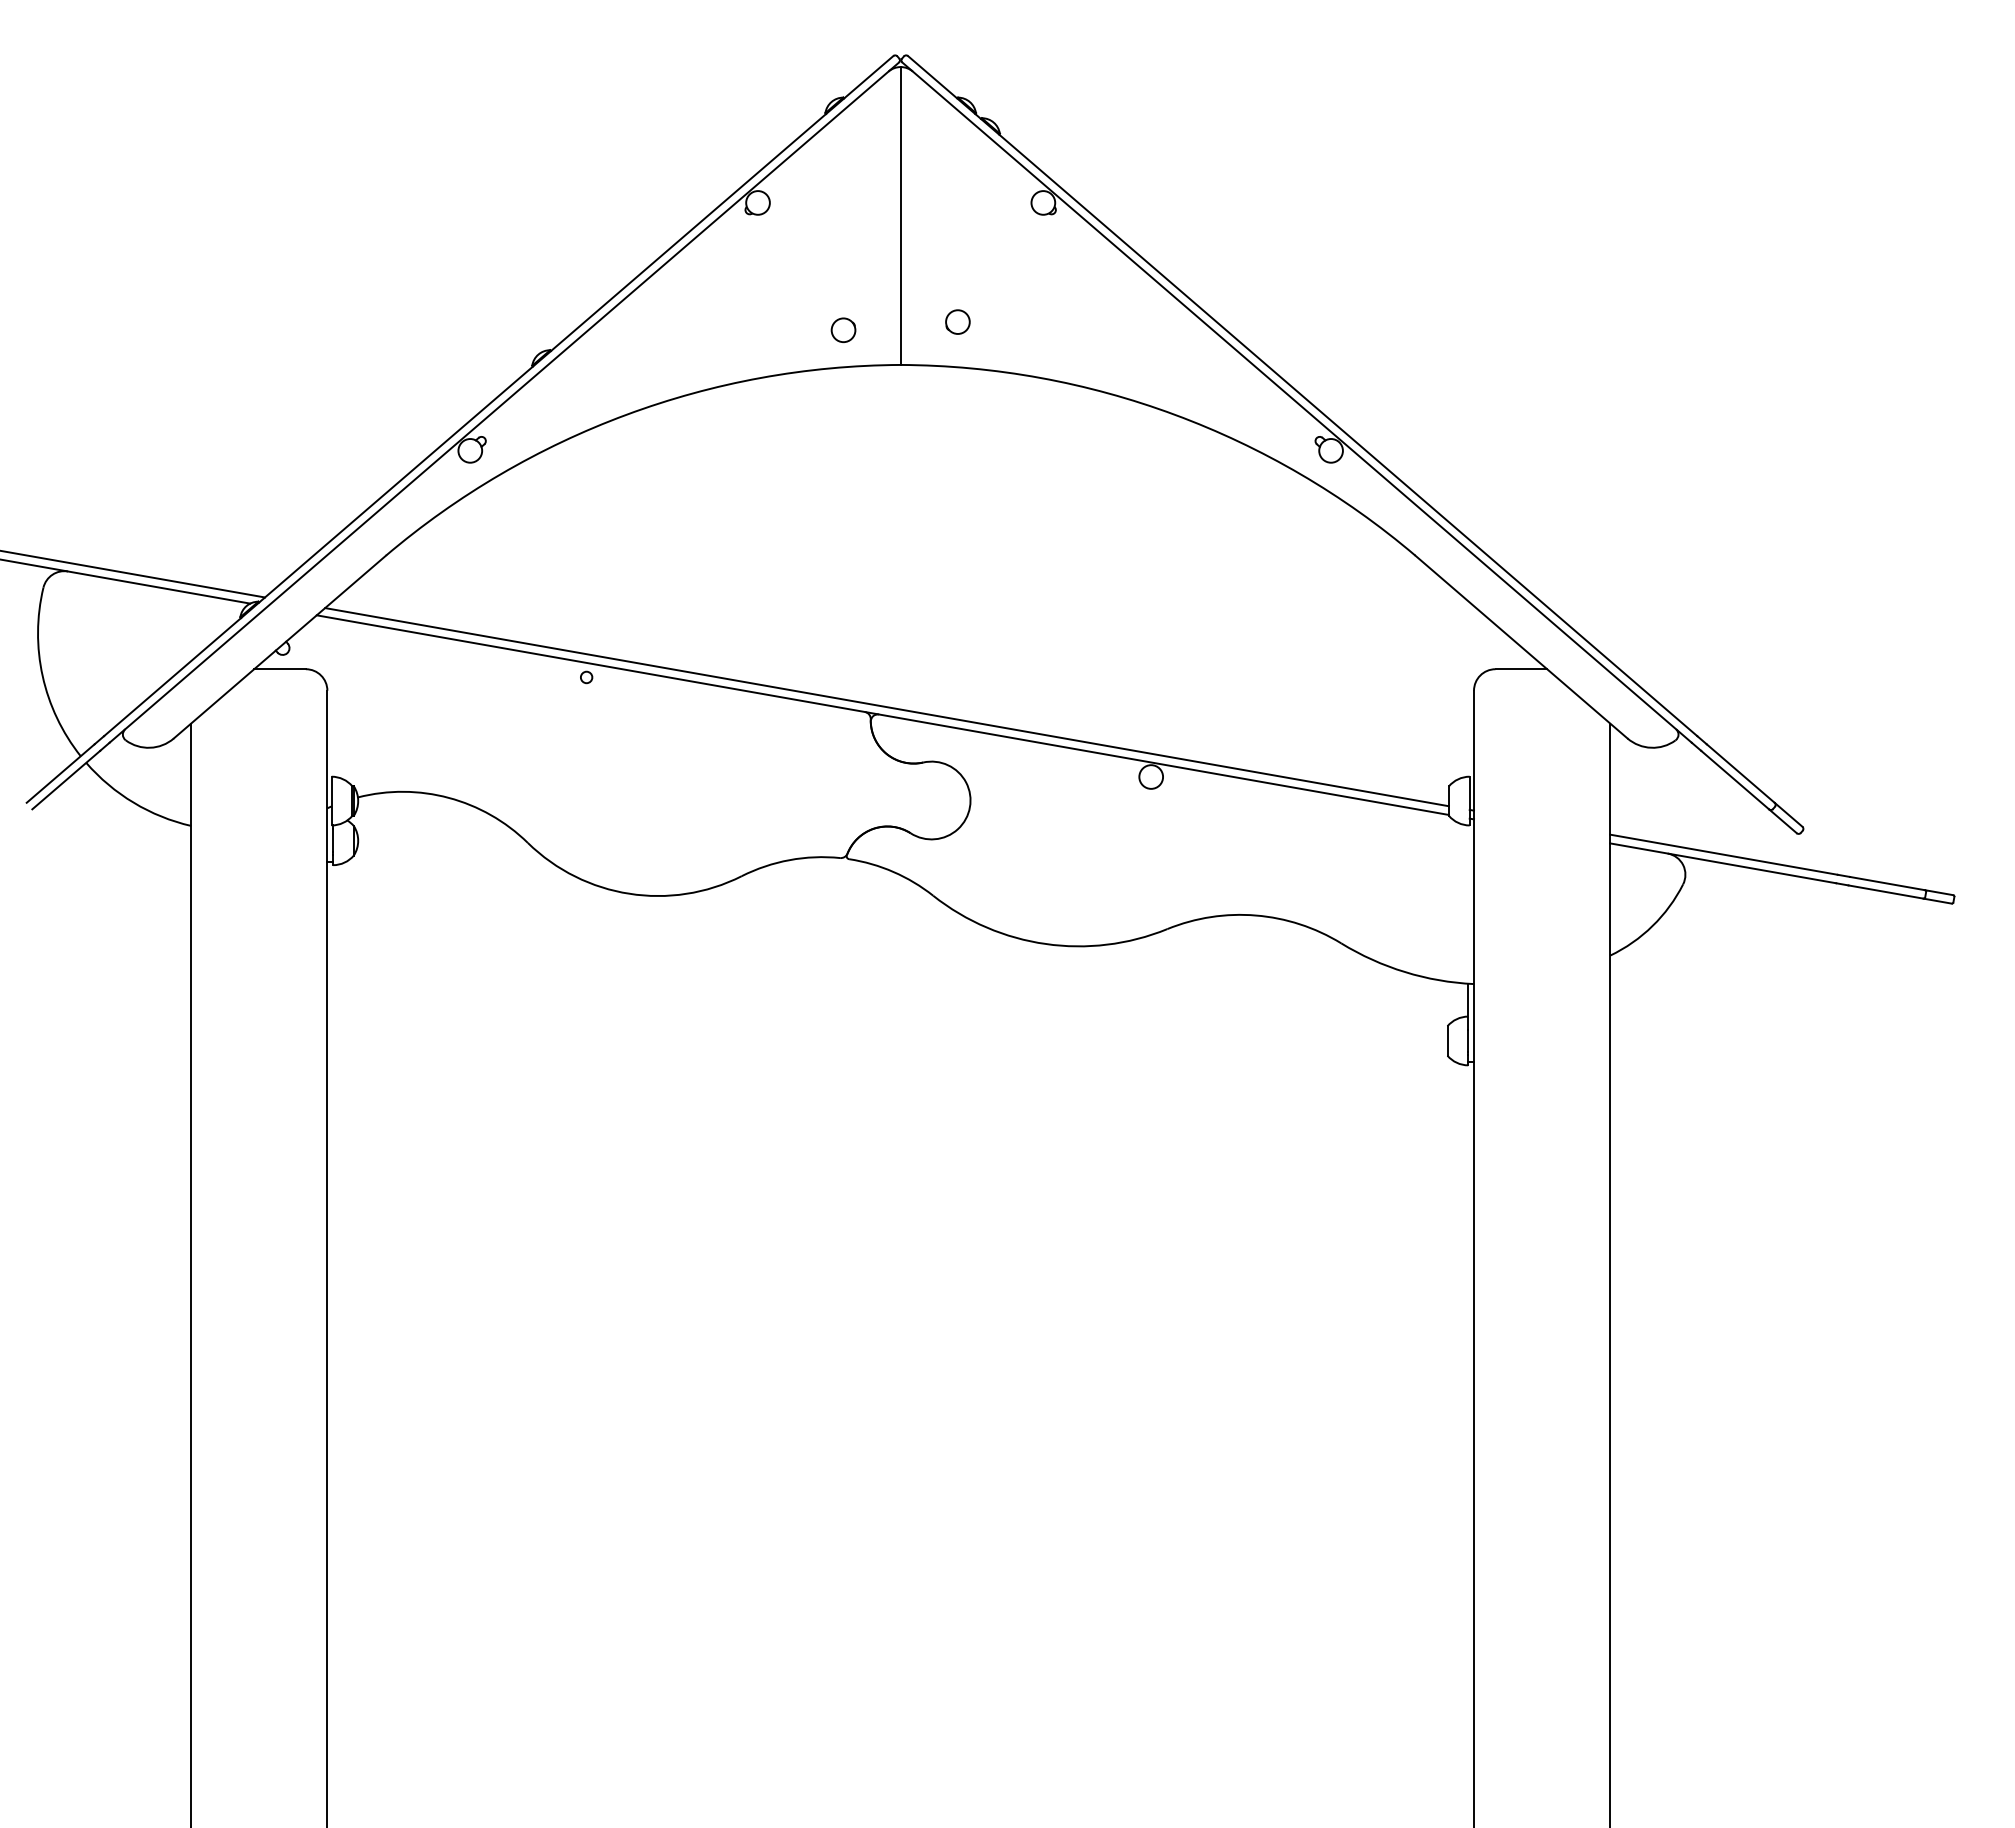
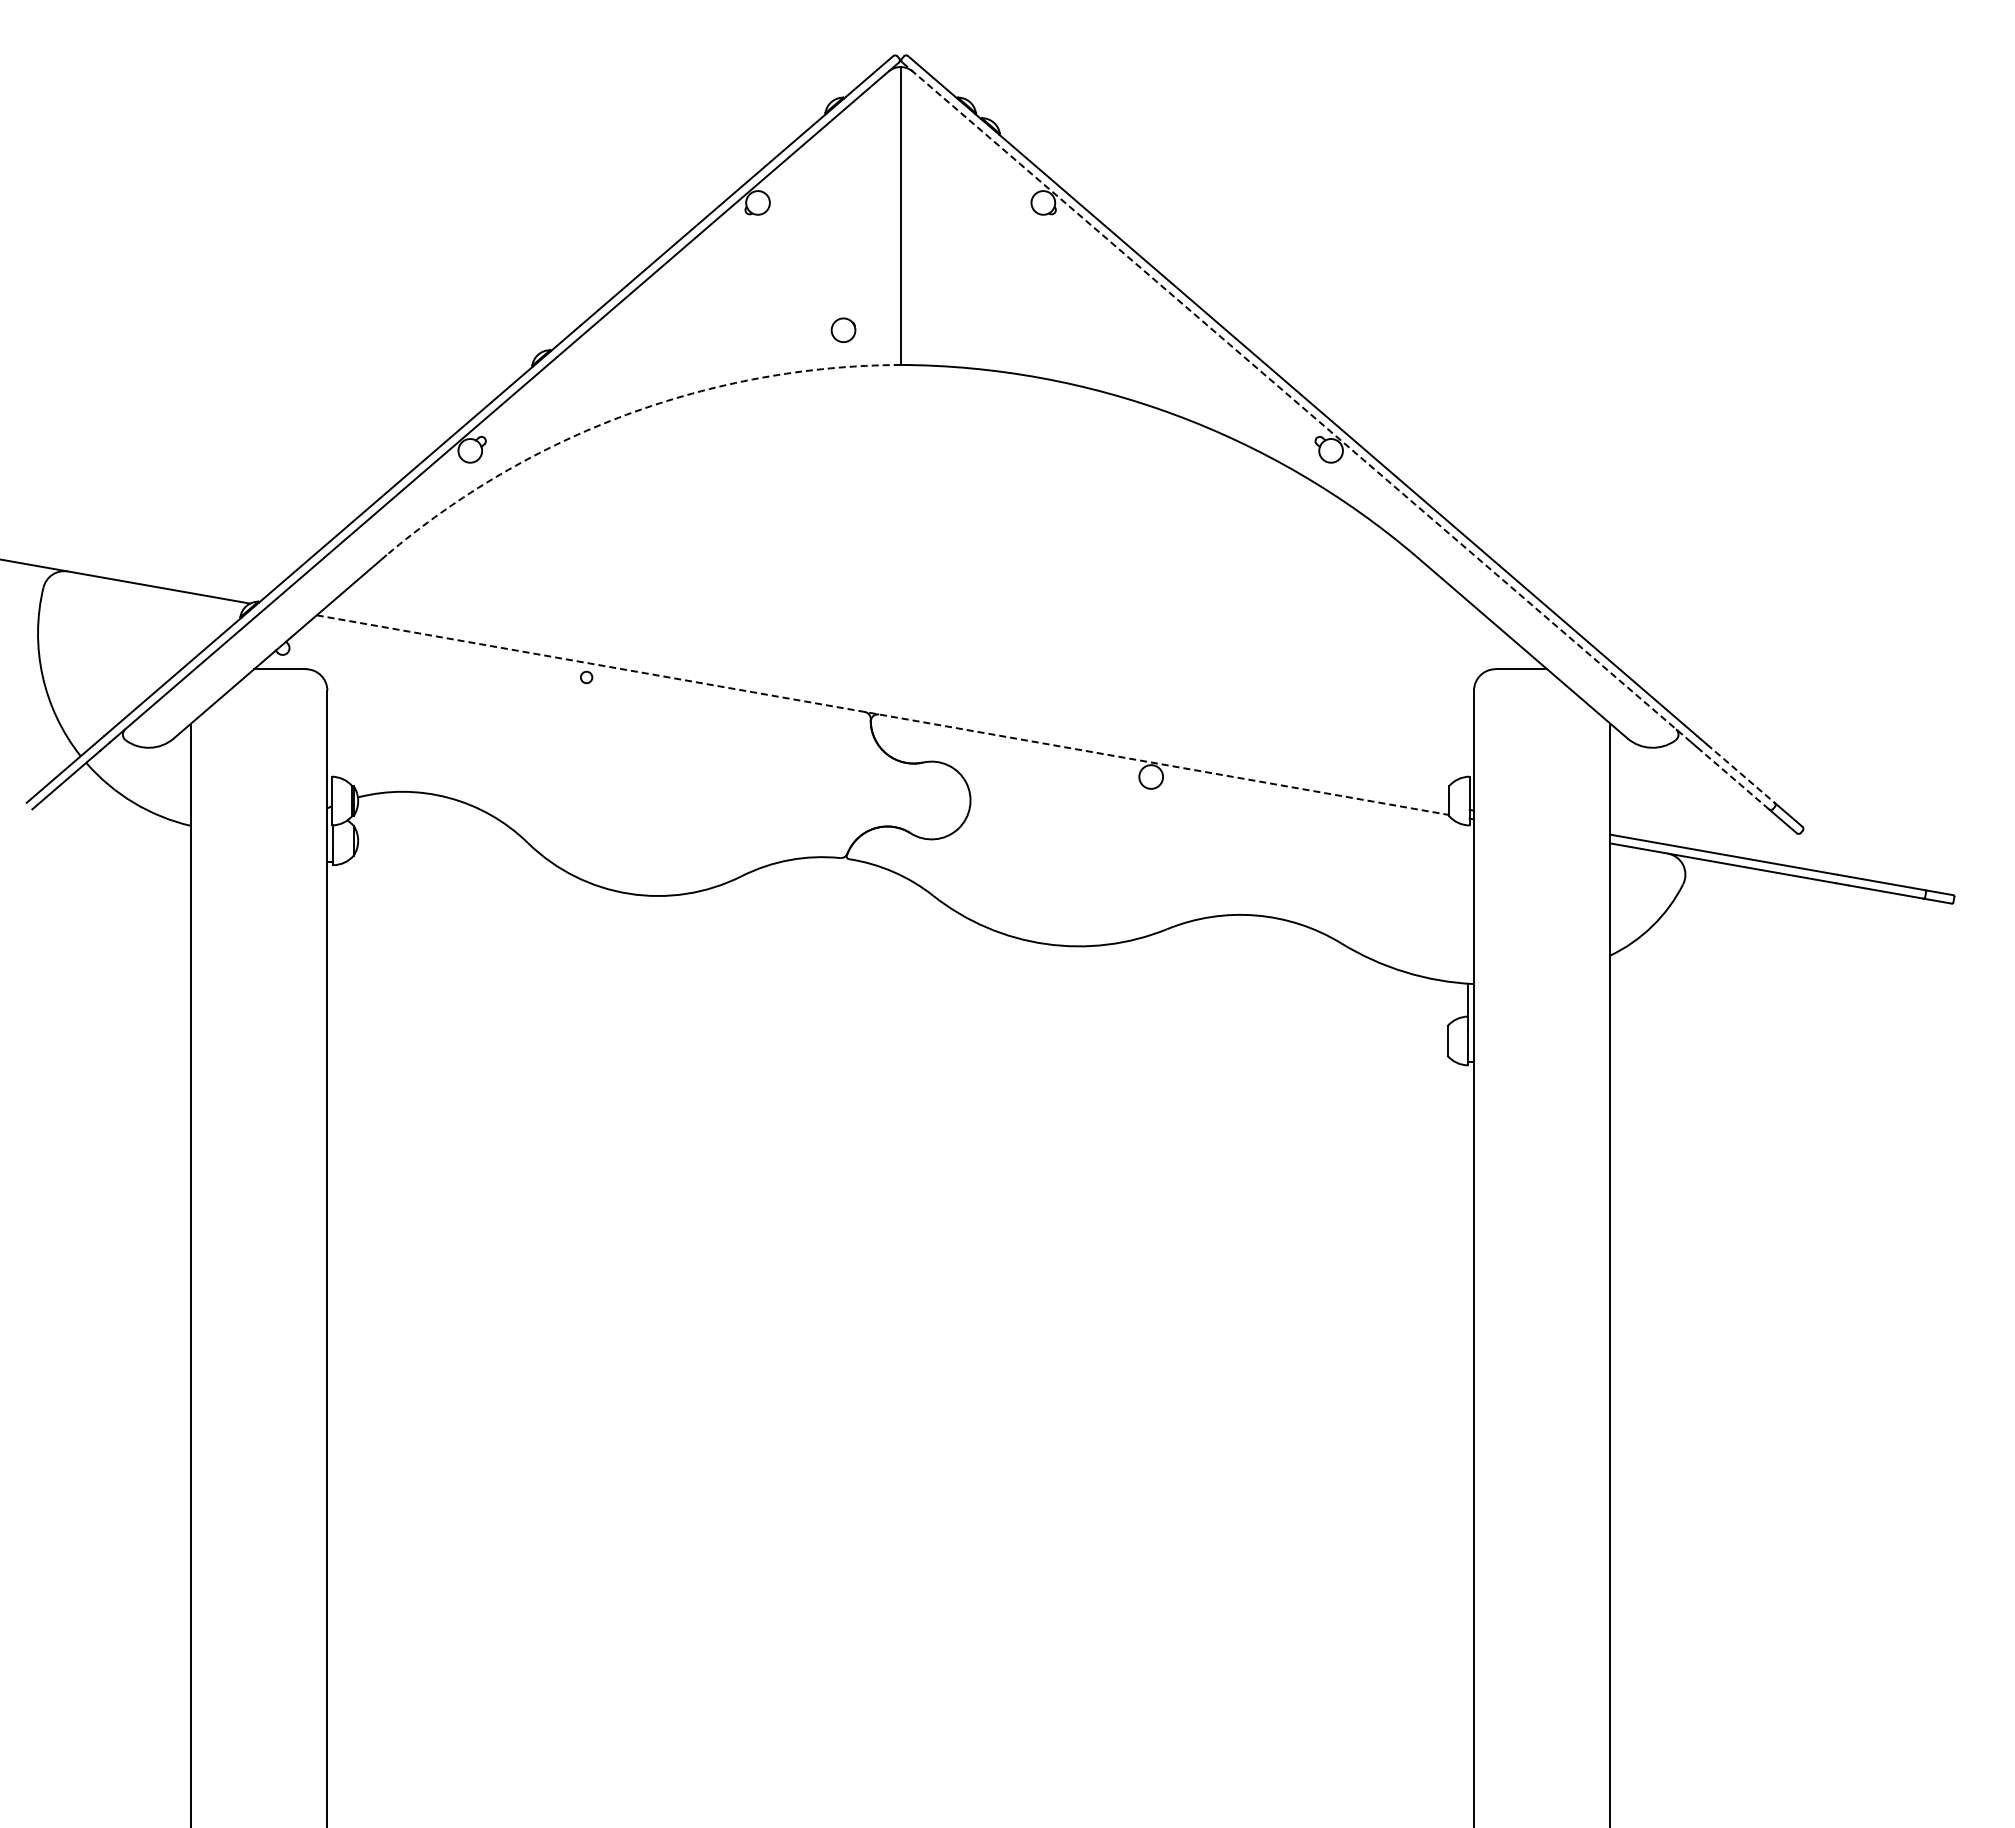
circle at (957, 321): present -> none
line at (1297, 402): solid -> dashed
arc at (626, 414): solid -> dashed
line at (133, 574): present -> none
line at (886, 707): present -> none
line at (882, 715): solid -> dashed
line at (1740, 773): solid -> dashed
line at (1735, 780): solid -> dashed
